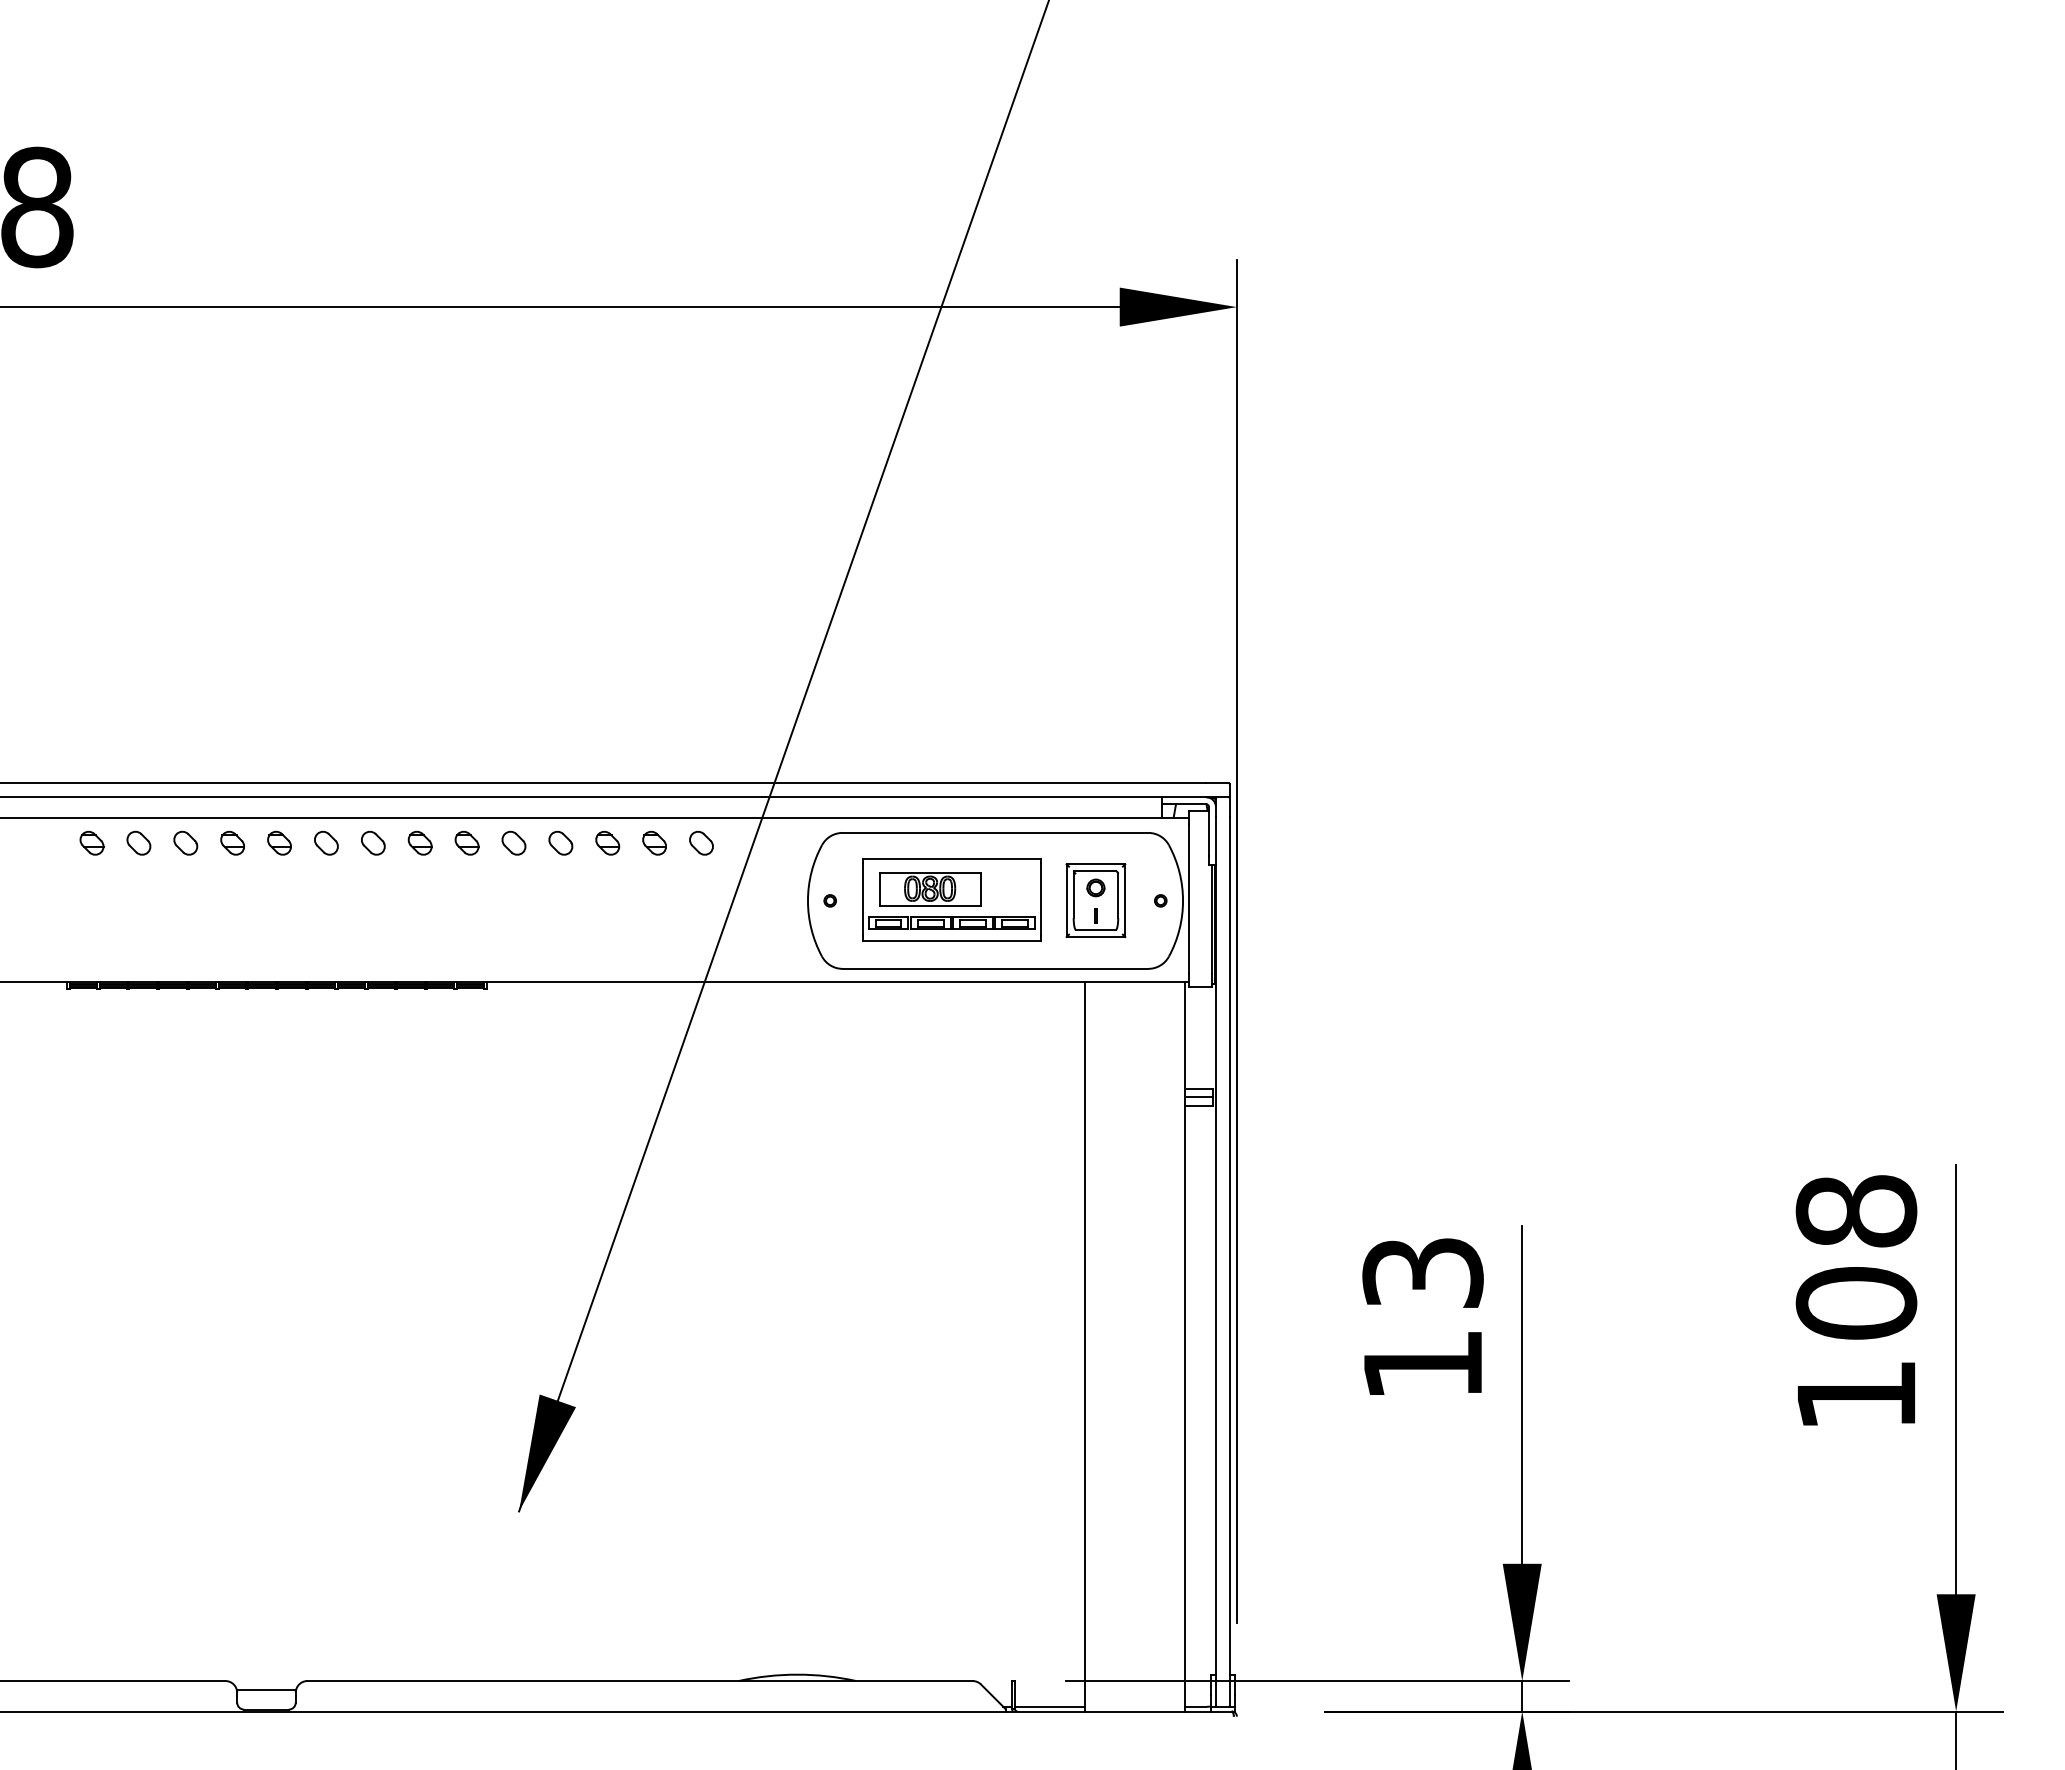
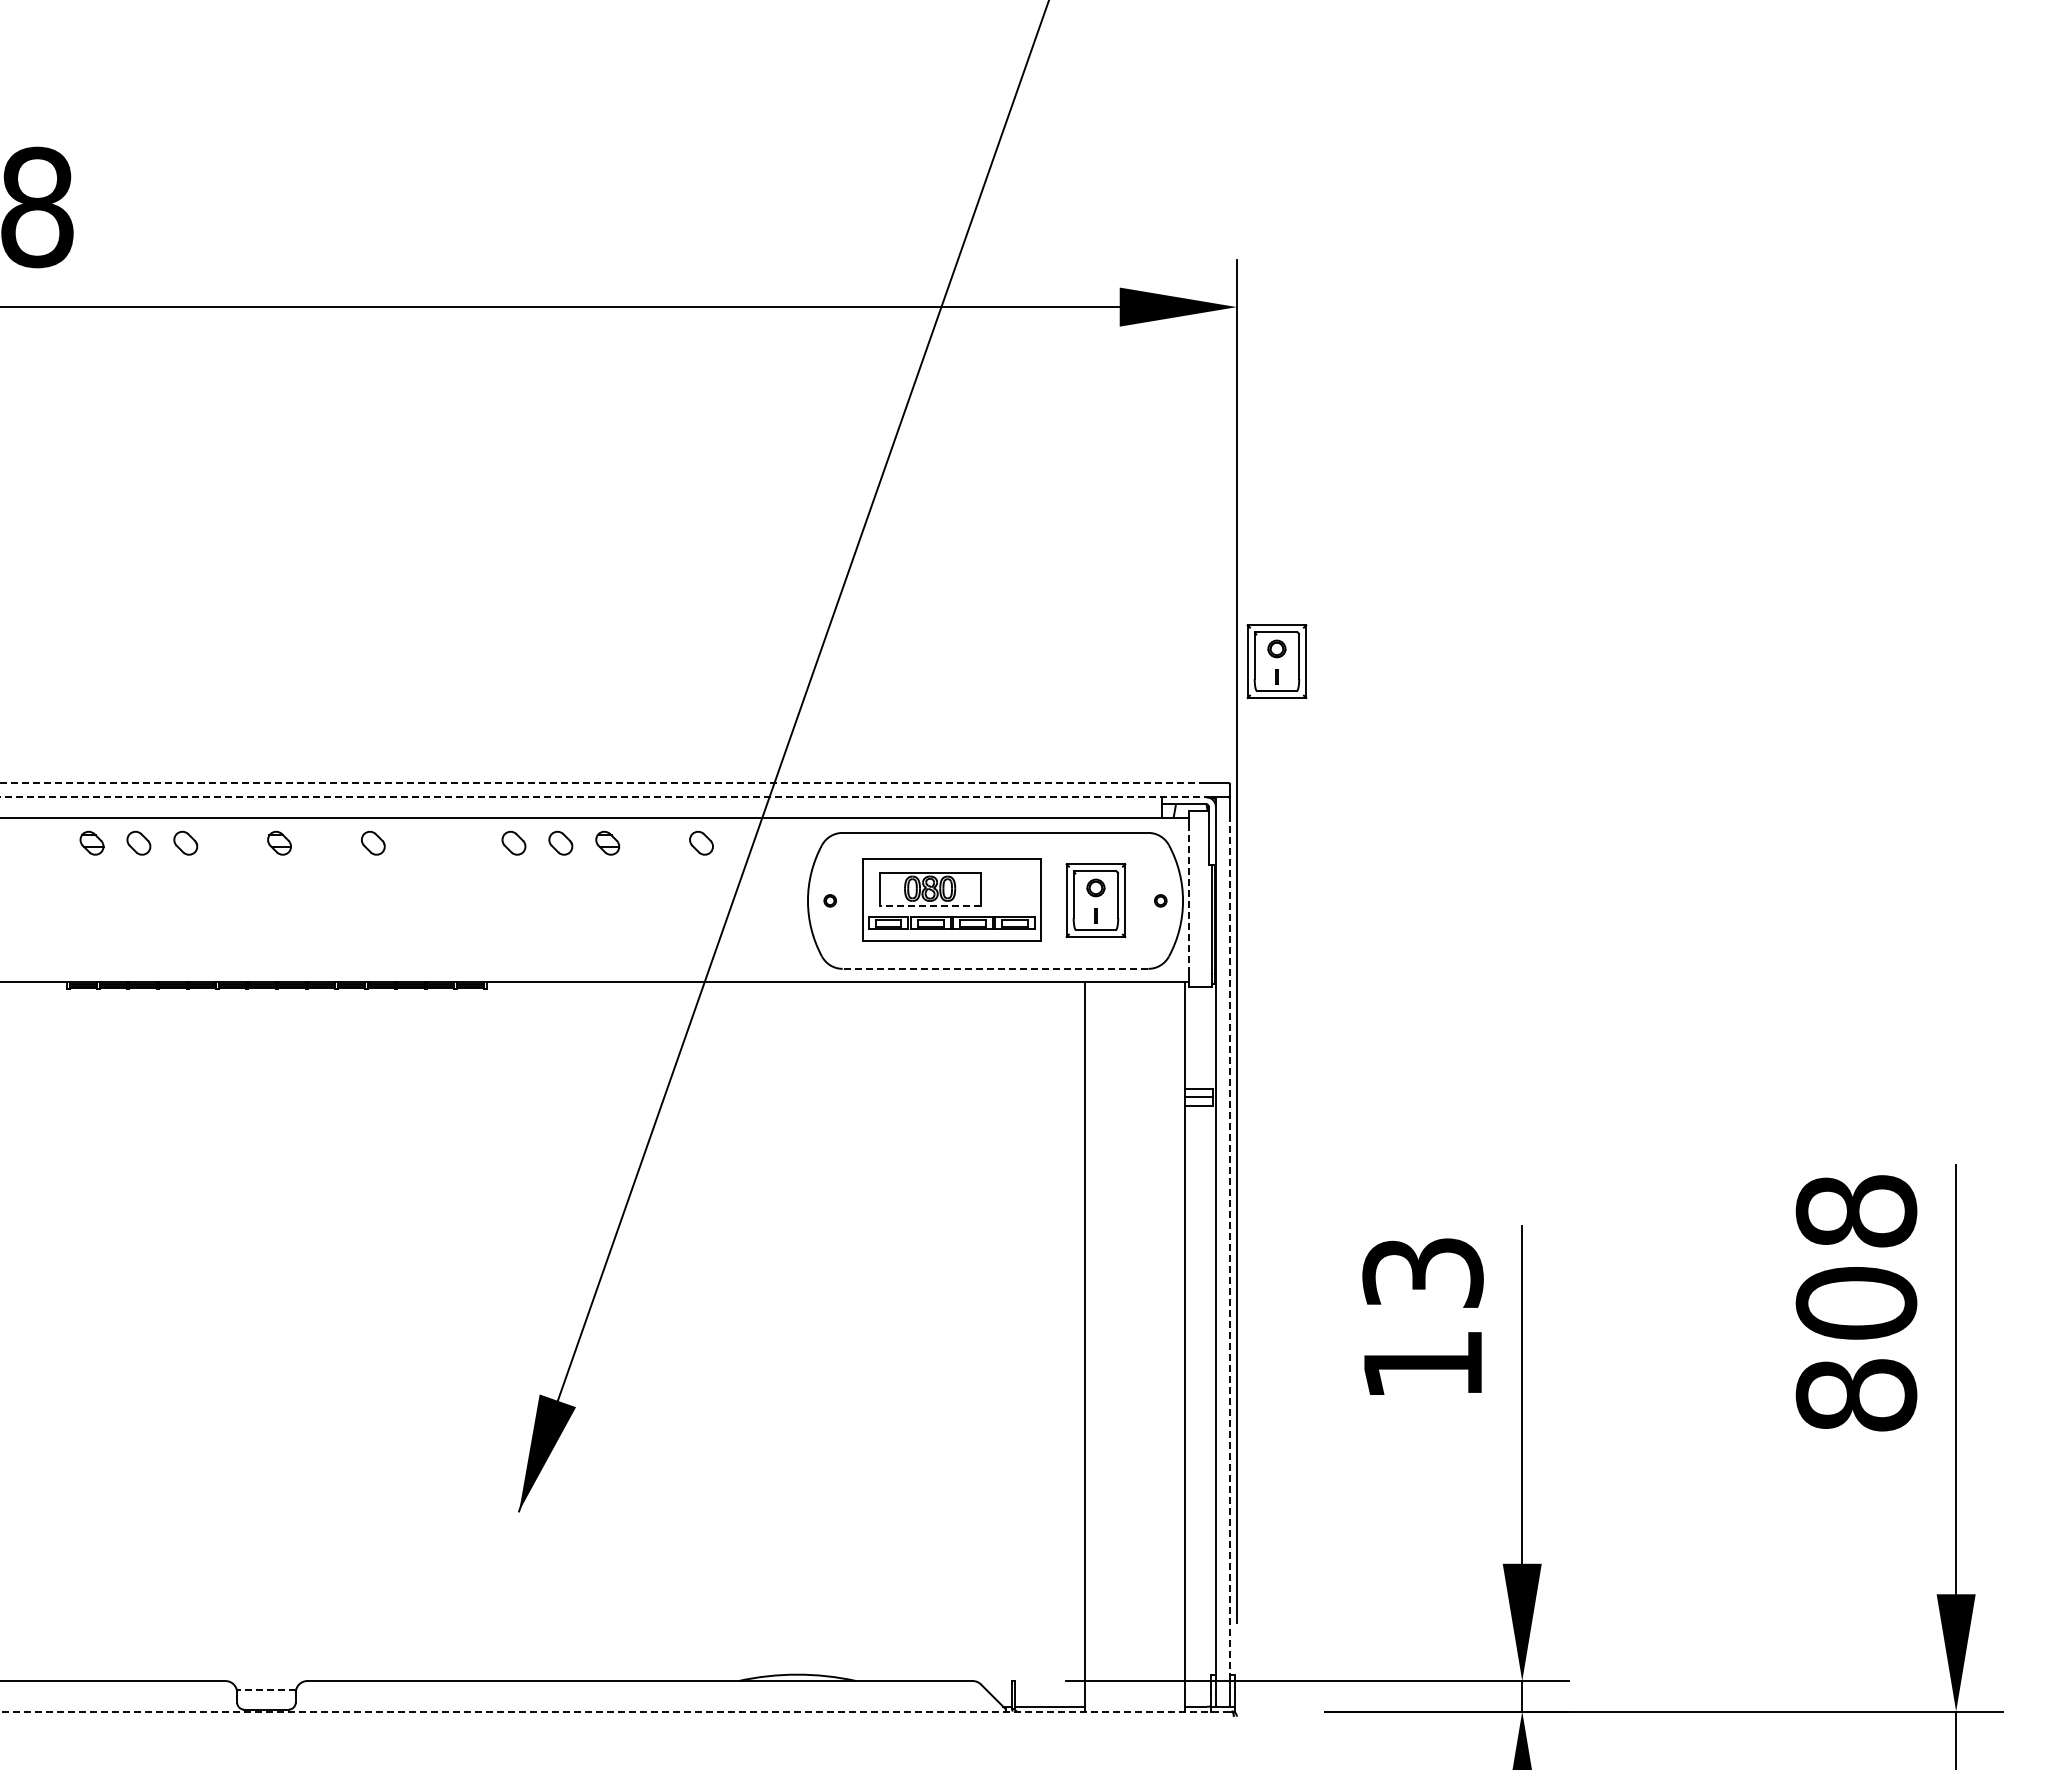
part at (1276, 661): none -> present
line at (603, 783): solid -> dashed
line at (603, 797): solid -> dashed
part at (232, 843): present -> none
part at (326, 843): present -> none
part at (419, 843): present -> none
part at (466, 843): present -> none
part at (654, 843): present -> none
line at (1188, 898): solid -> dashed
line at (930, 905): solid -> dashed
line at (995, 968): solid -> dashed
line at (1229, 1247): solid -> dashed
text at (1856, 1395): 108 -> 808
line at (265, 1690): solid -> dashed
line at (616, 1711): solid -> dashed
